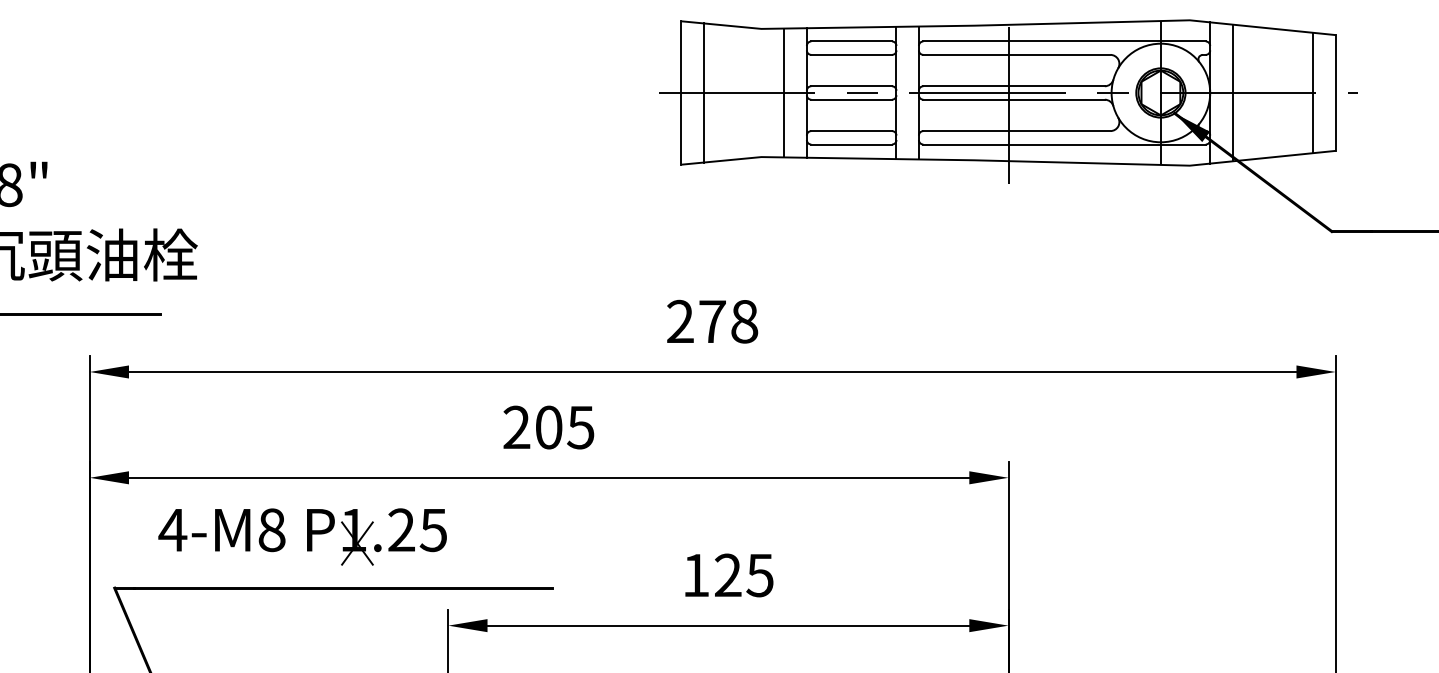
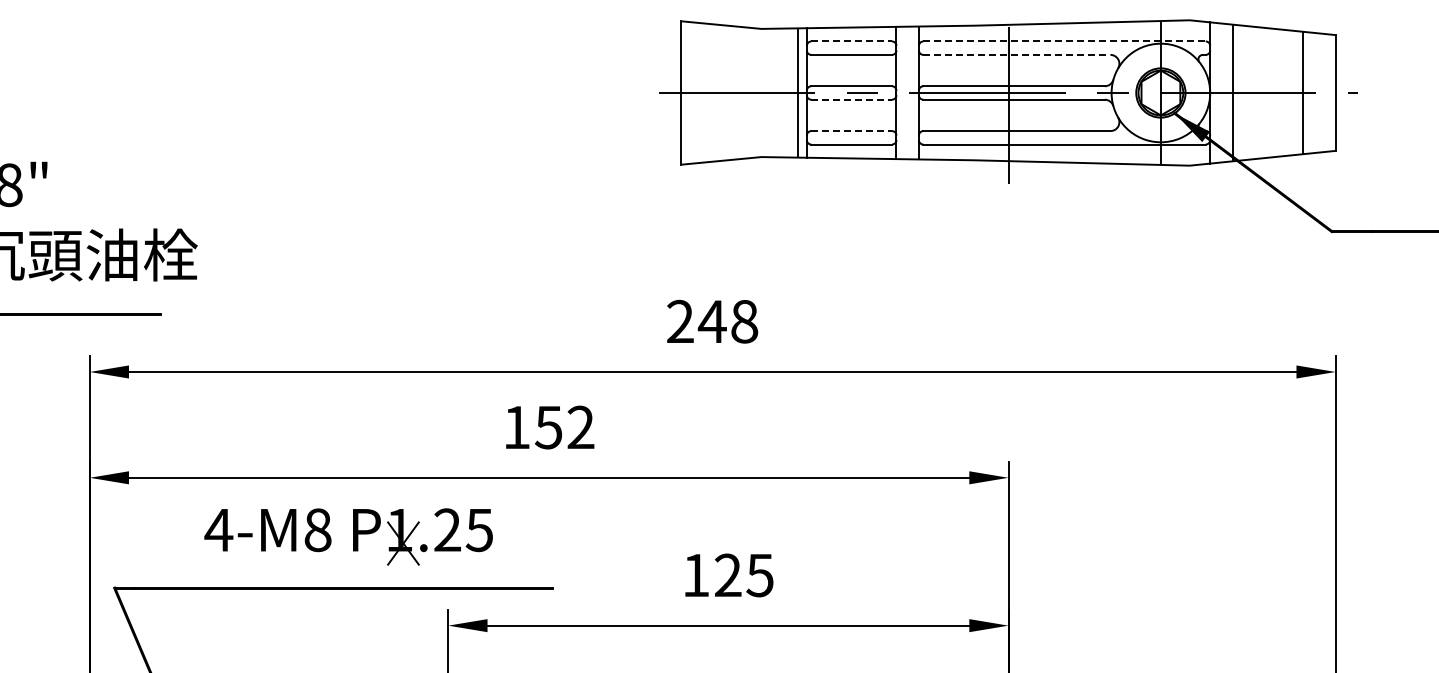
line at (852, 41): solid -> dashed
line at (1065, 41): solid -> dashed
line at (1016, 54): solid -> dashed
line at (703, 92): present -> none
line at (784, 92) position: (784, 92) -> (798, 92)
line at (1313, 92) position: (1313, 92) -> (1303, 92)
line at (852, 99): solid -> dashed
line at (852, 131): solid -> dashed
text at (711, 321): 278 -> 248
text at (548, 427): 205 -> 152
part at (302, 536) position: (302, 536) -> (348, 536)
